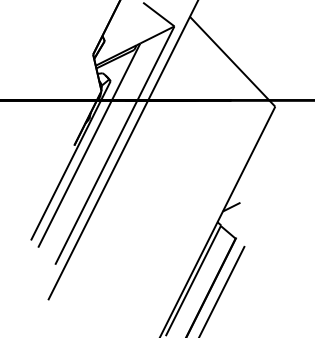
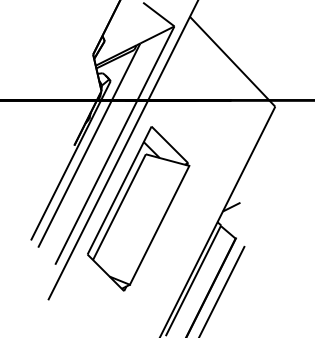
part at (138, 208): none -> present
